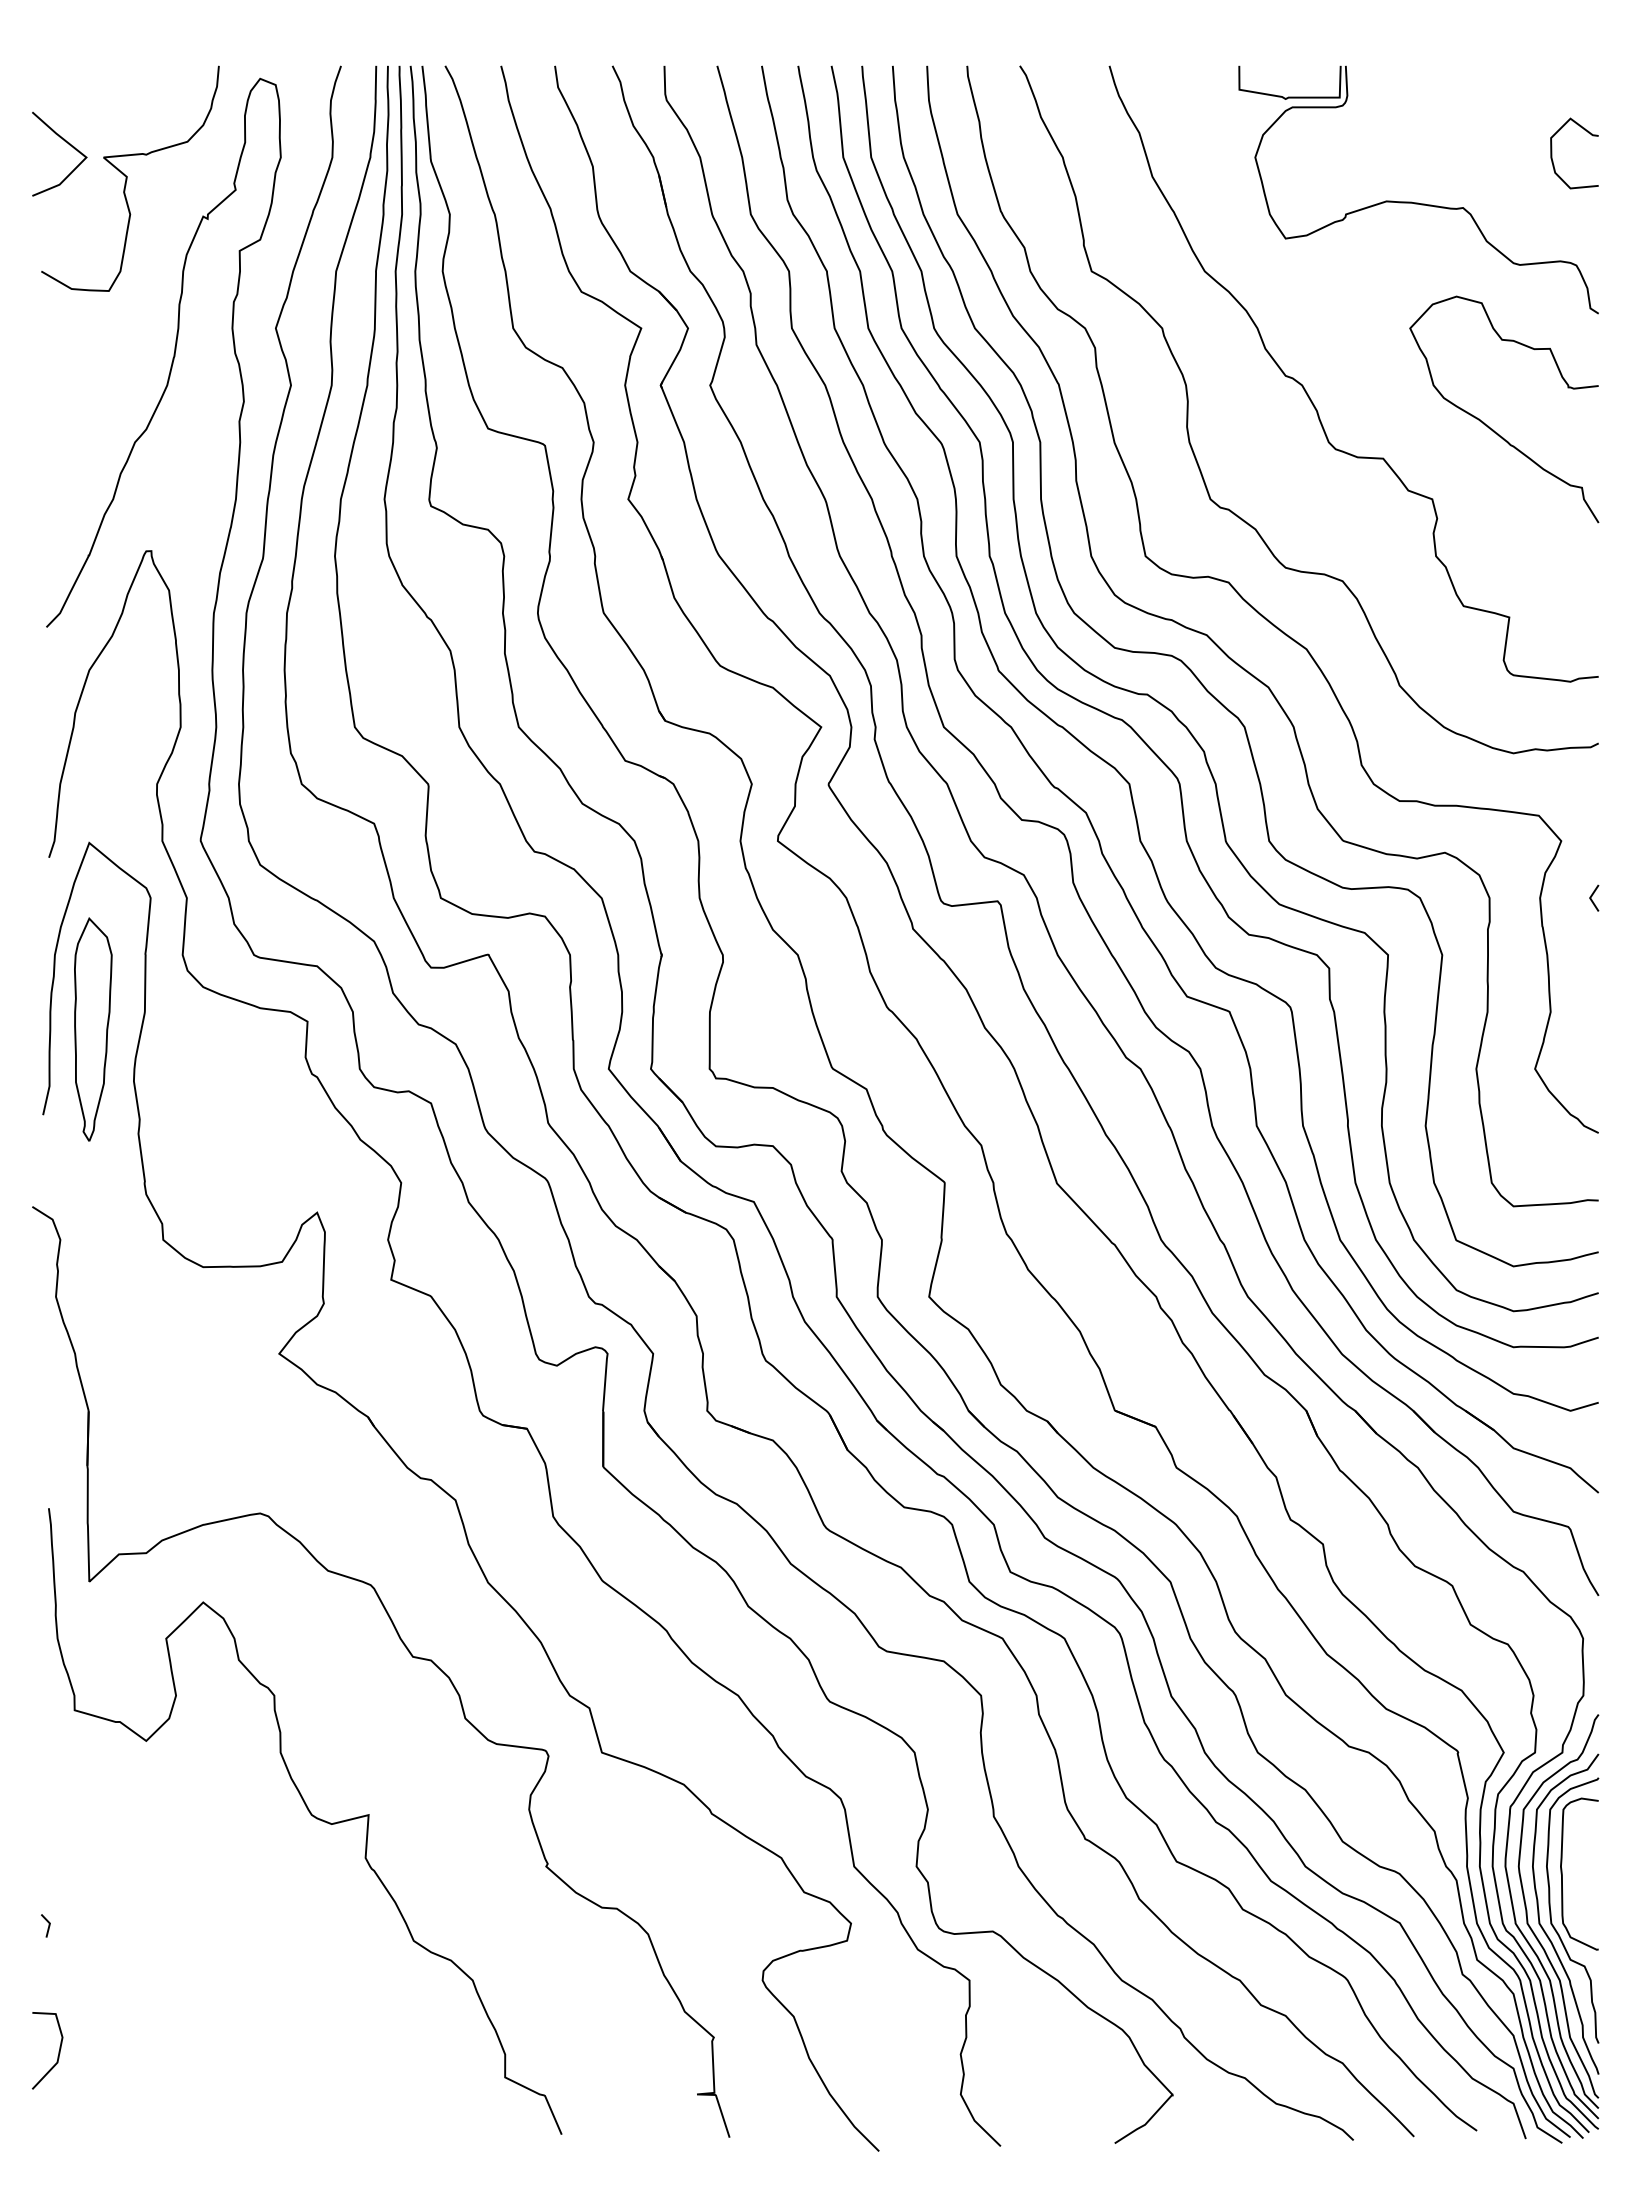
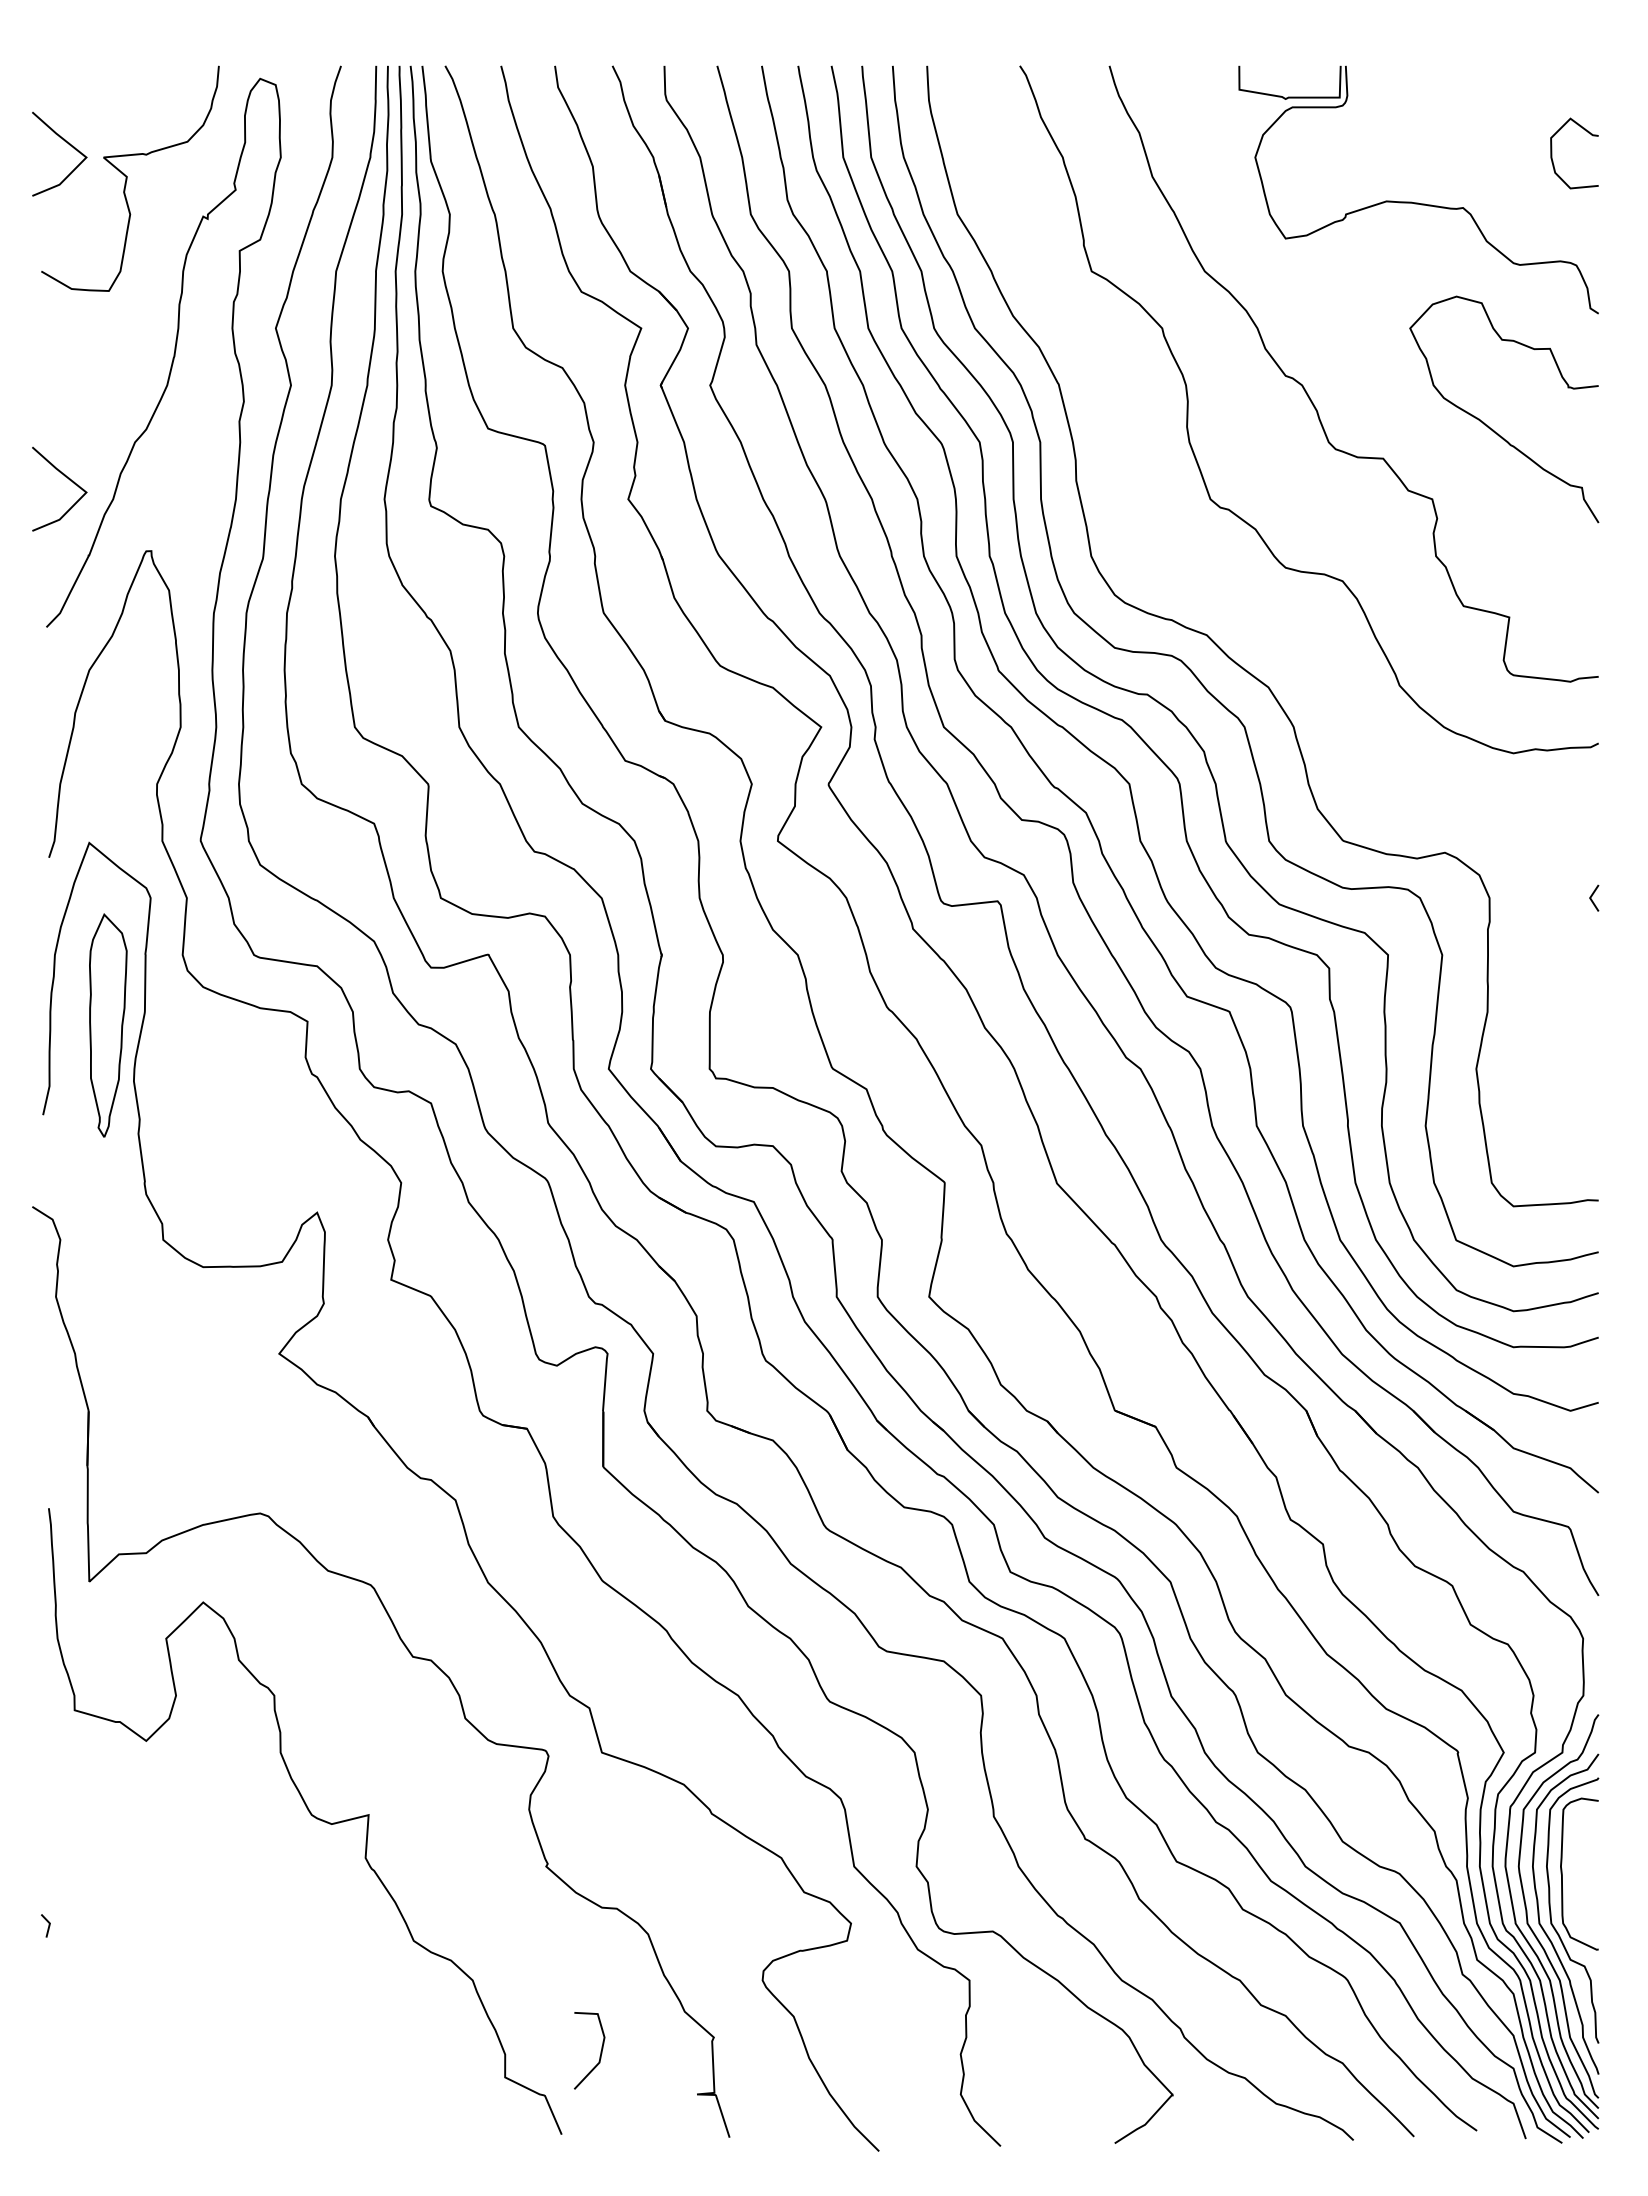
line at (65, 477): none -> present
curve at (1267, 618): present -> none
part at (93, 1029) position: (93, 1029) -> (108, 1025)
line at (58, 2051) position: (58, 2051) -> (600, 2051)
